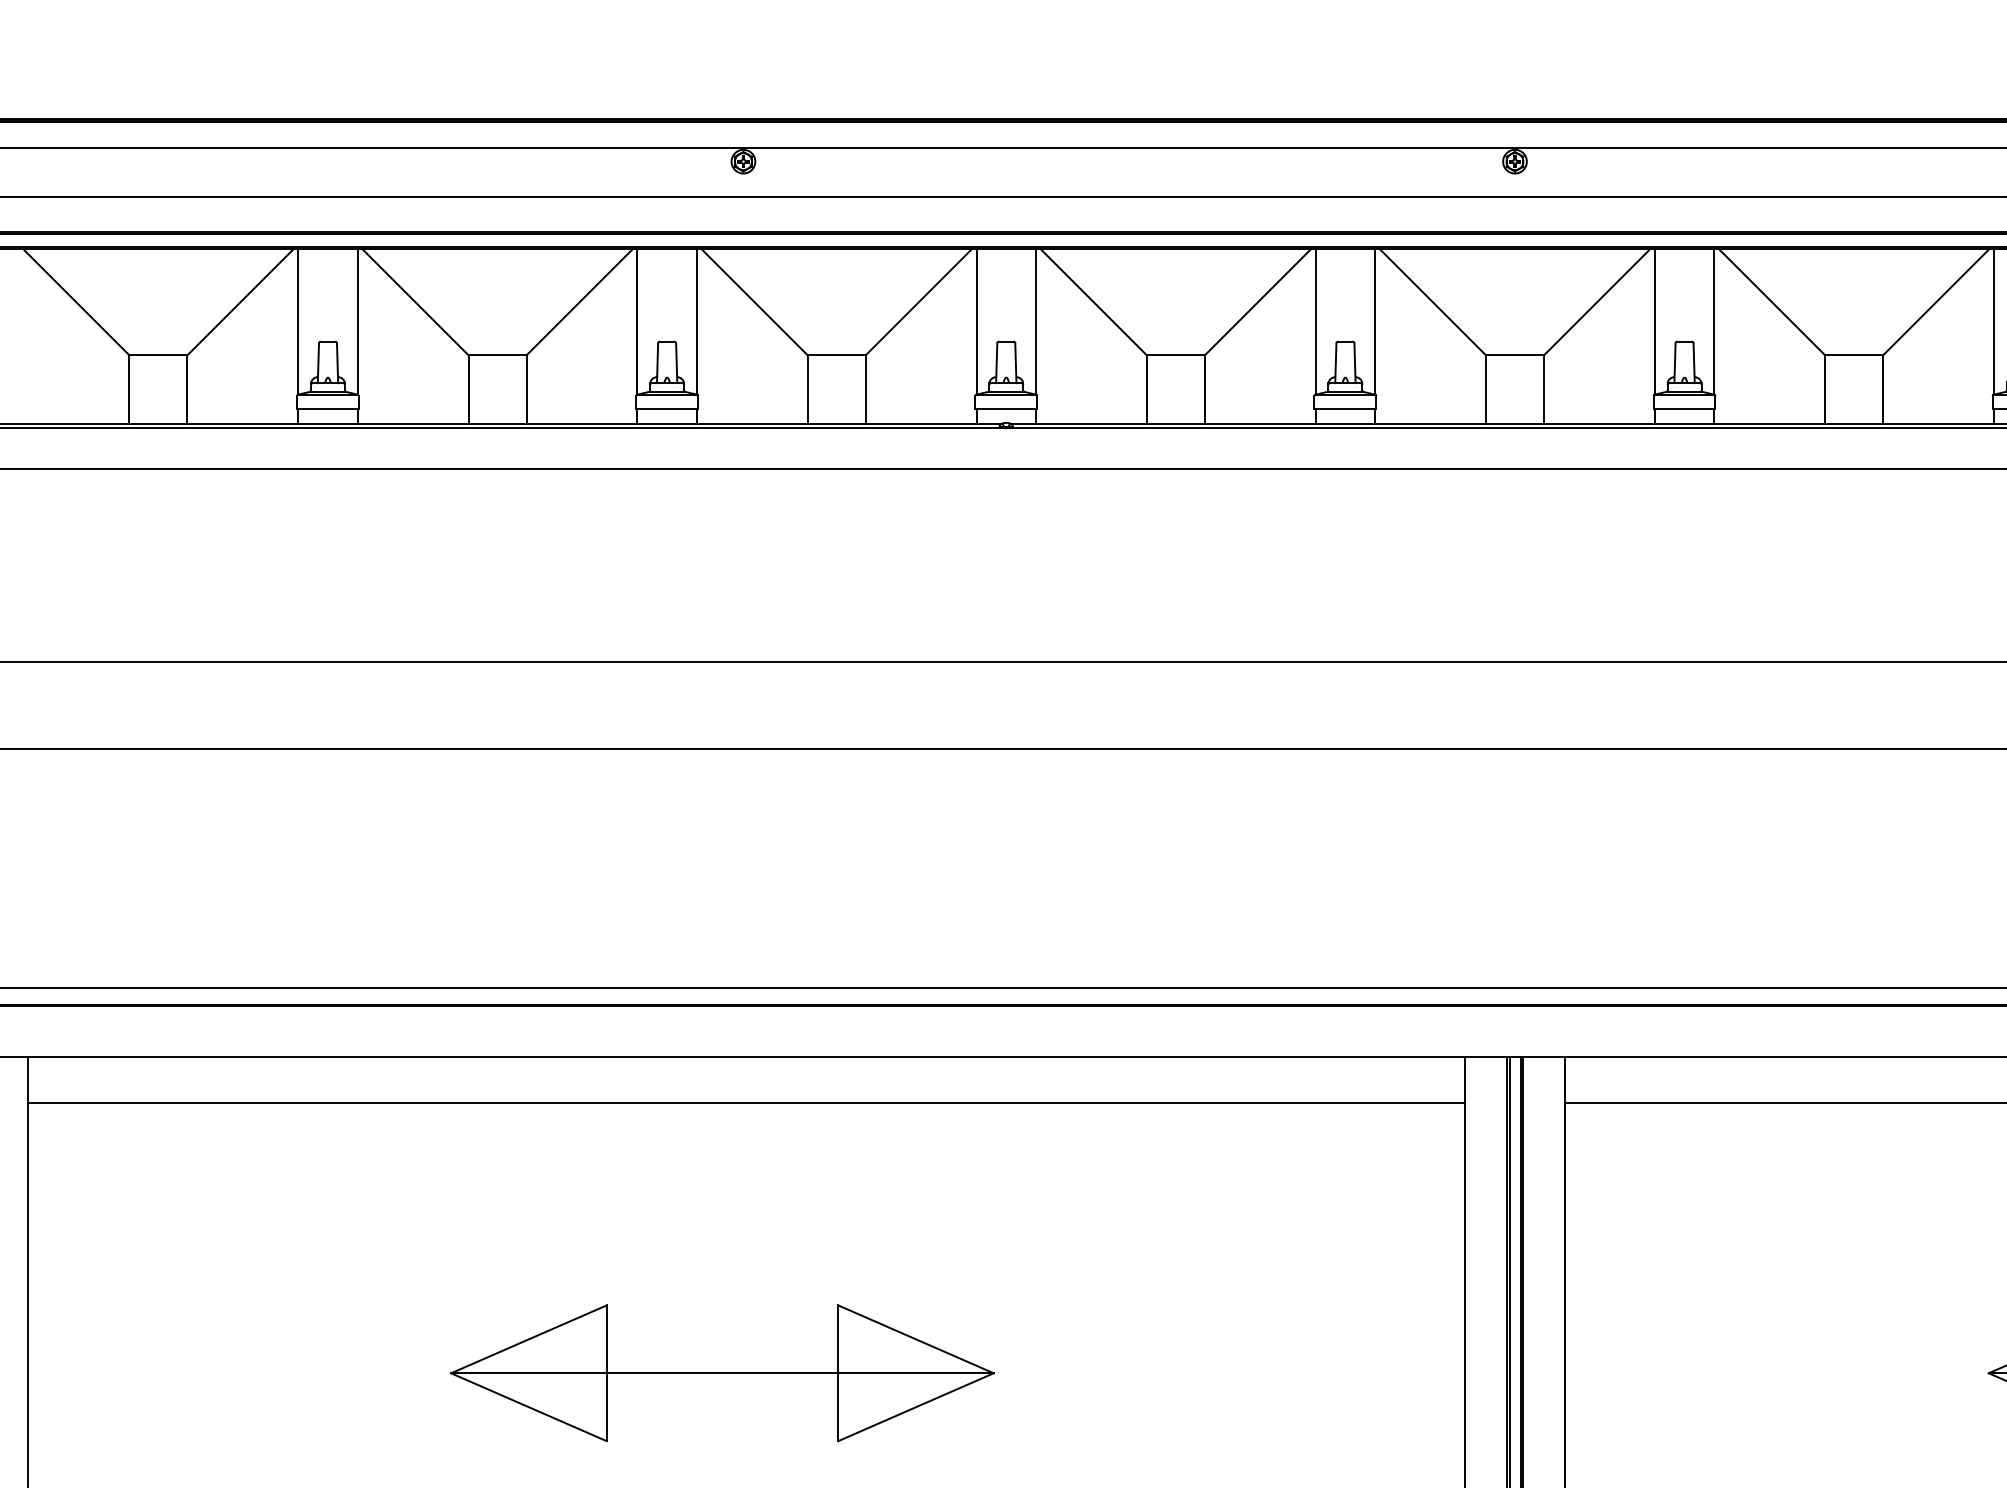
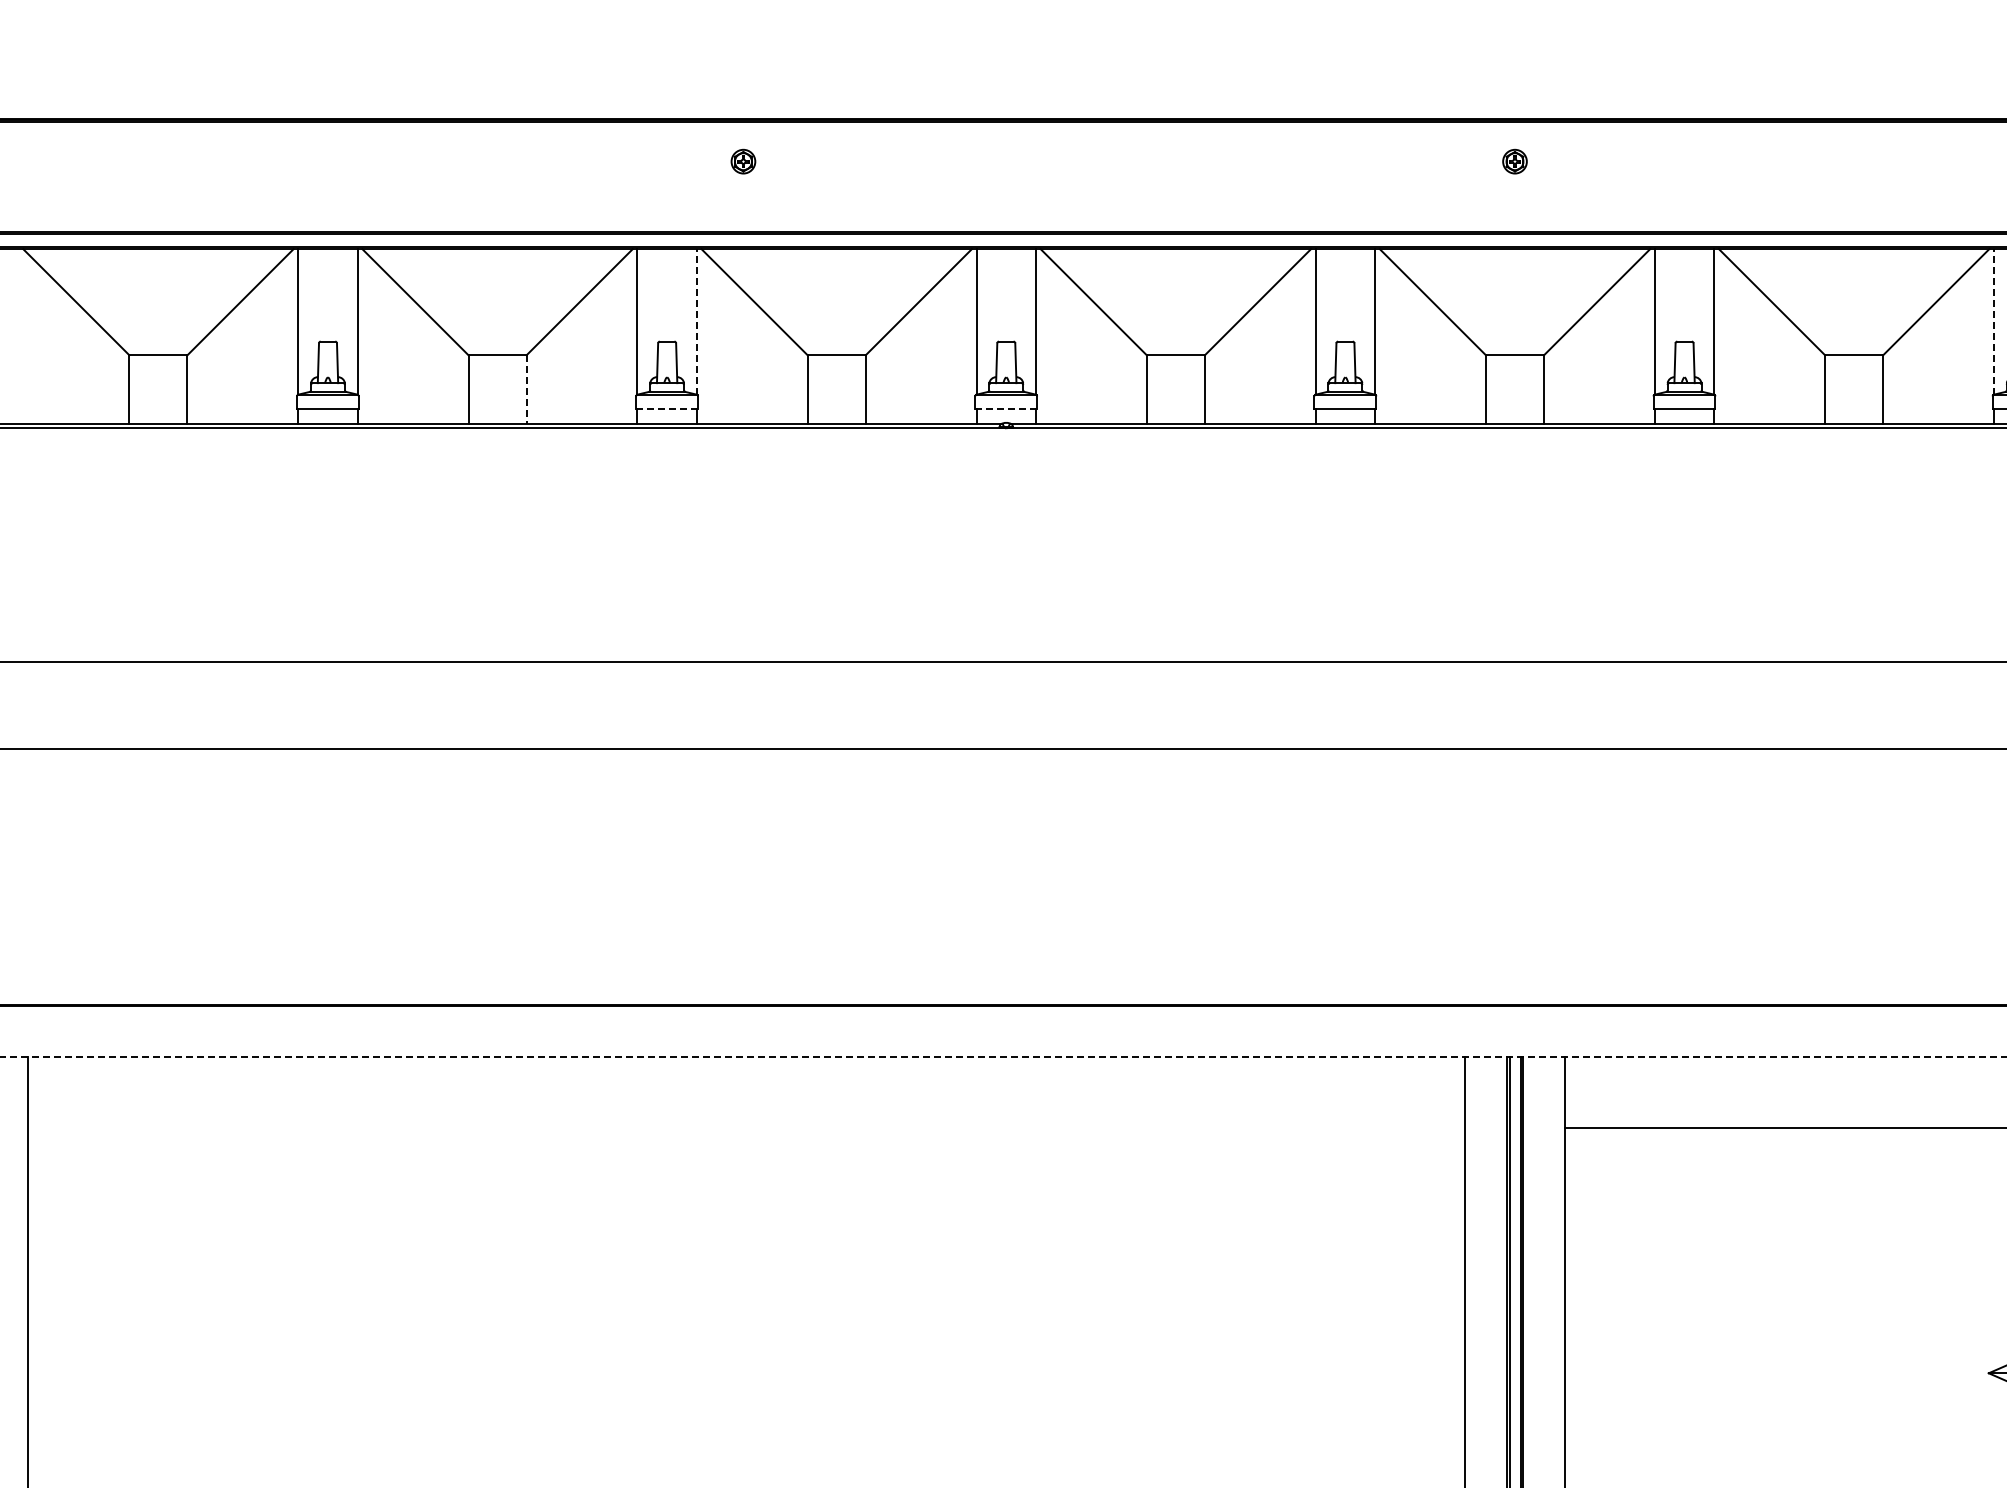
line at (1002, 148): present -> none
line at (1002, 197): present -> none
line at (696, 321): solid -> dashed
line at (1994, 321): solid -> dashed
line at (526, 389): solid -> dashed
line at (667, 409): solid -> dashed
line at (1006, 409): solid -> dashed
line at (1002, 469): present -> none
line at (1002, 987): present -> none
line at (1003, 1057): solid -> dashed
line at (745, 1102): present -> none
line at (1784, 1102) position: (1784, 1102) -> (1784, 1127)
part at (722, 1373): present -> none
